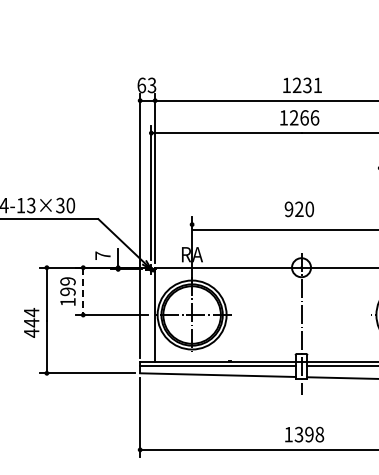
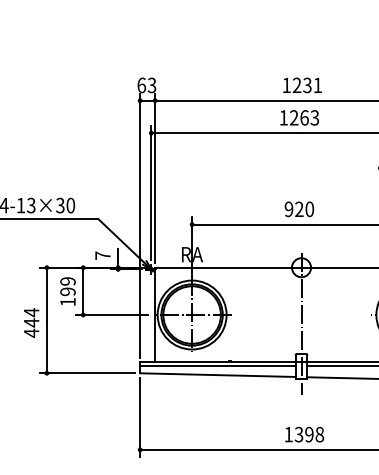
text at (314, 117): 1266 -> 1263
line at (283, 229) position: (283, 229) -> (283, 224)
line at (83, 291): dashed -> solid
